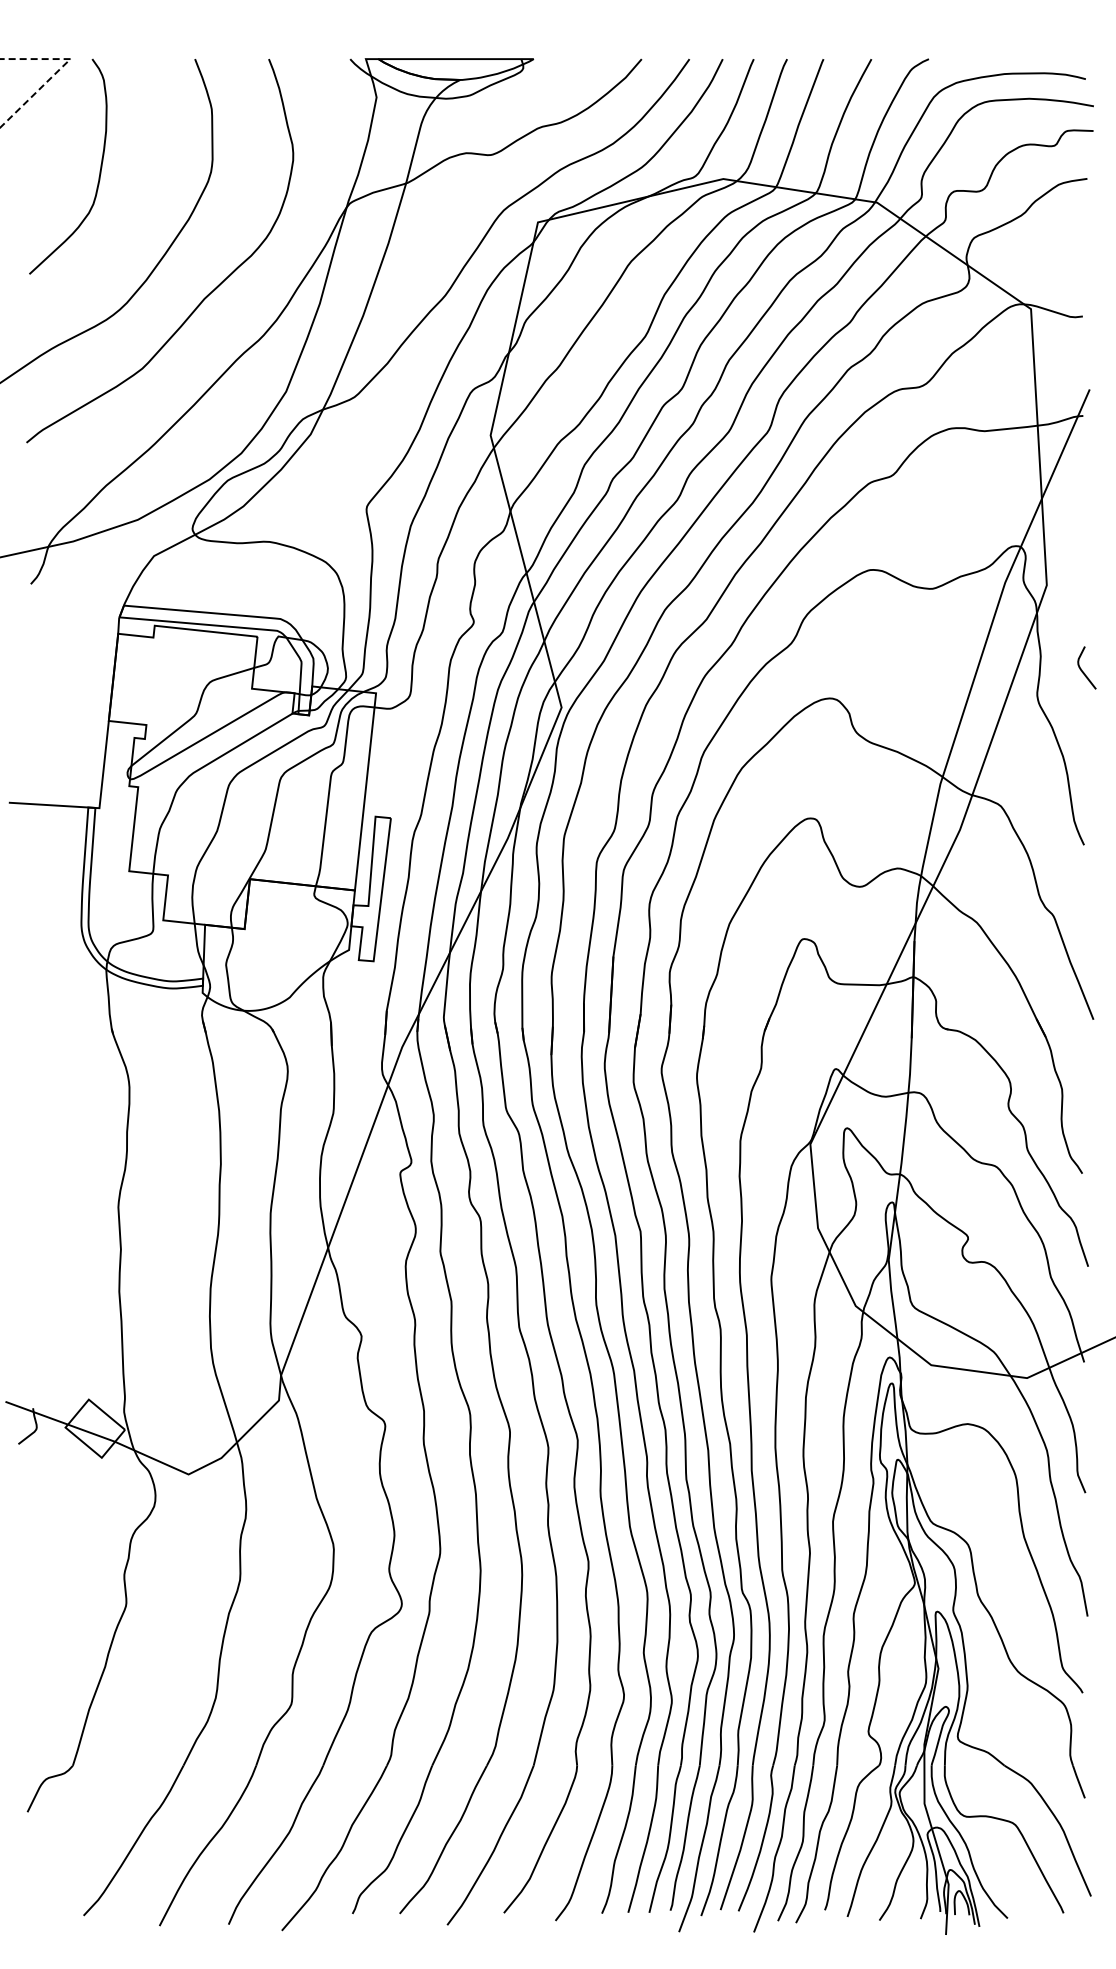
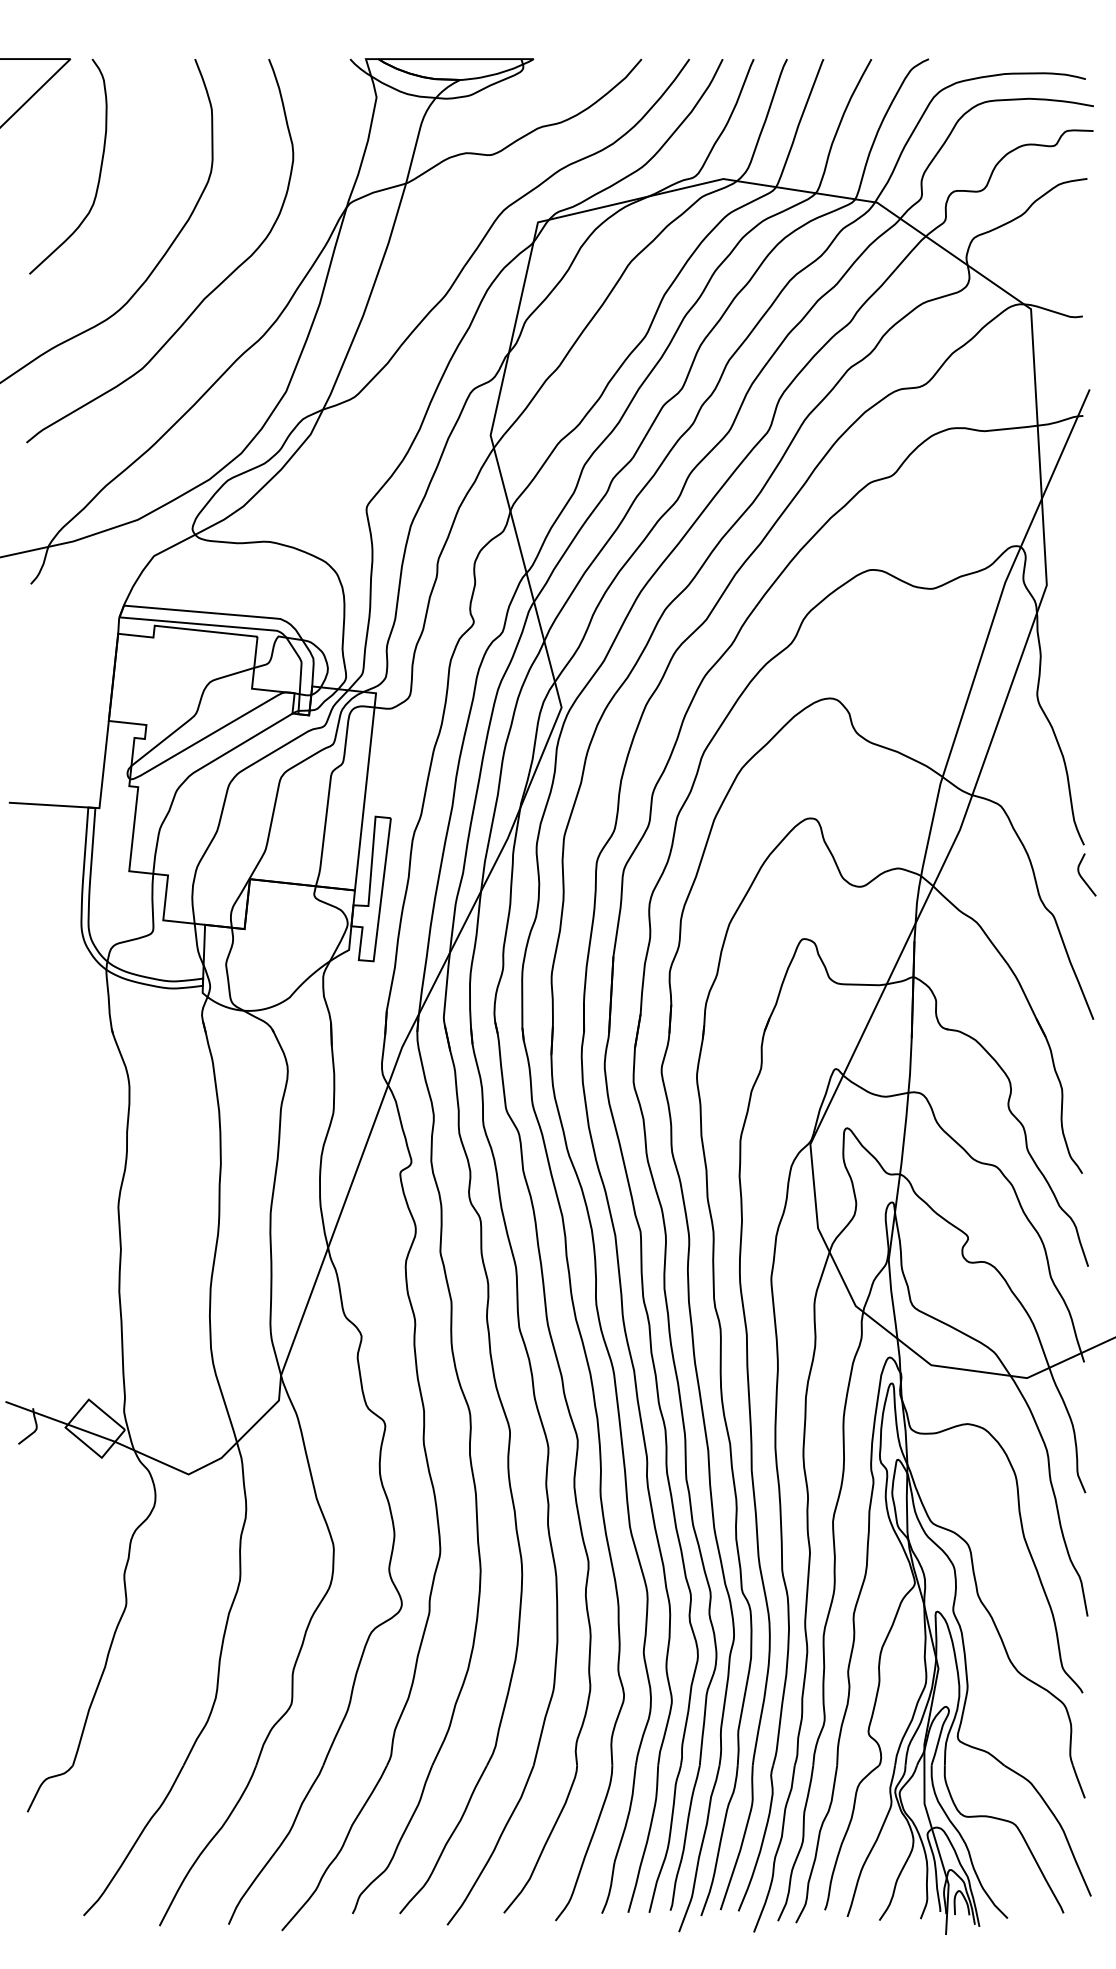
line at (60, 68): dashed -> solid
curve at (1082, 670) position: (1082, 670) -> (1082, 877)
